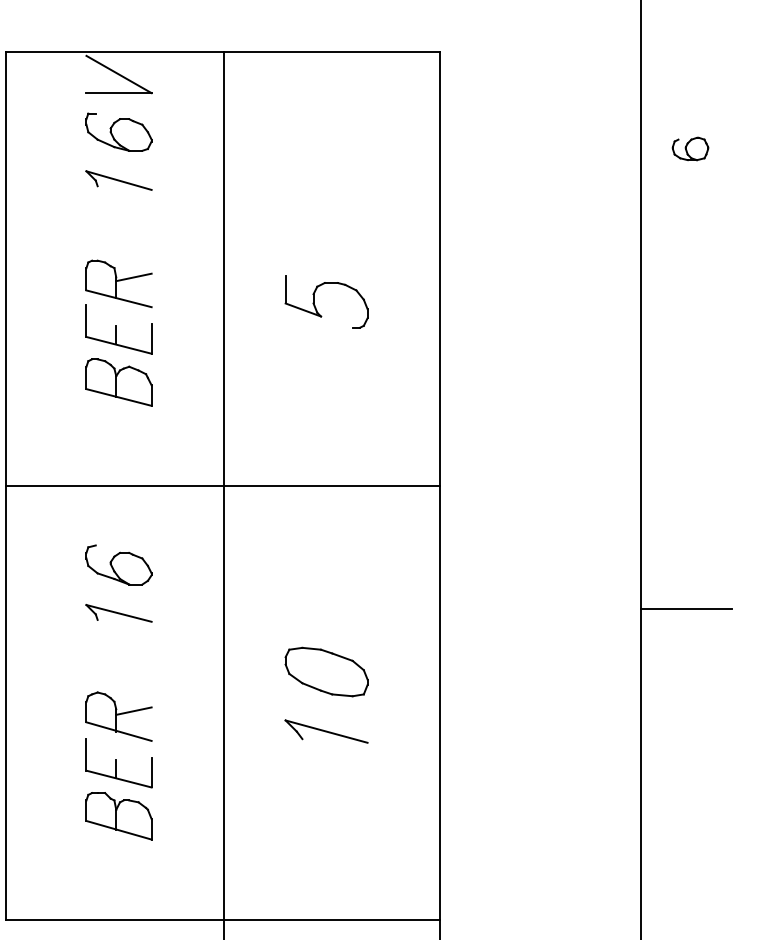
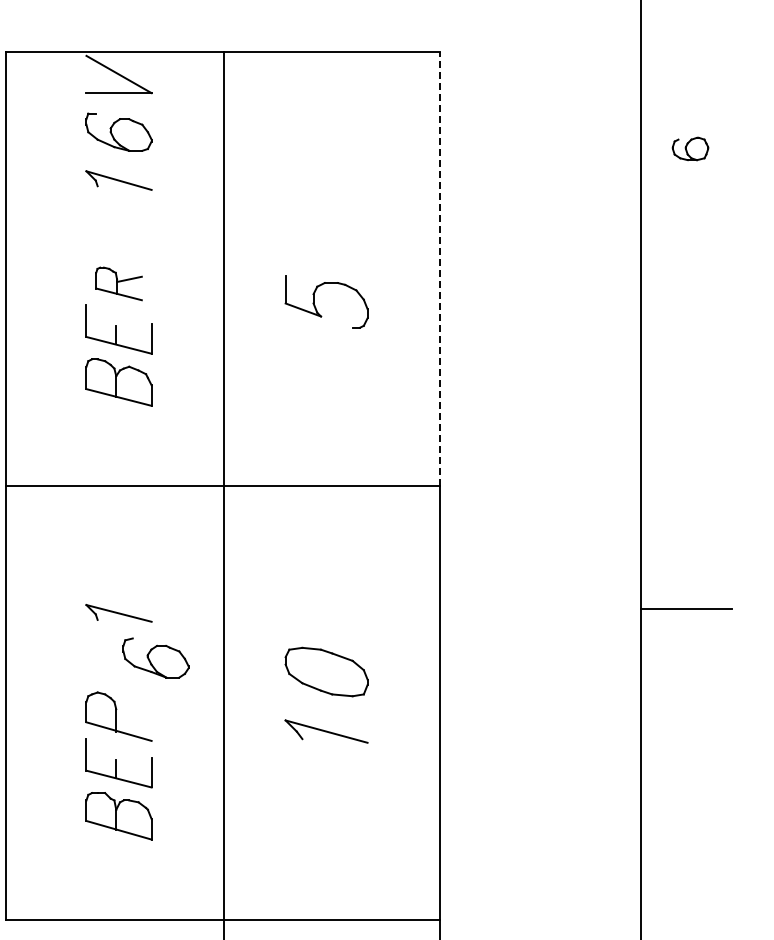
line at (440, 269): solid -> dashed
part at (118, 283) size: 68x50 px -> 48x36 px
part at (118, 564) position: (118, 564) -> (155, 657)
line at (133, 710): present -> none
